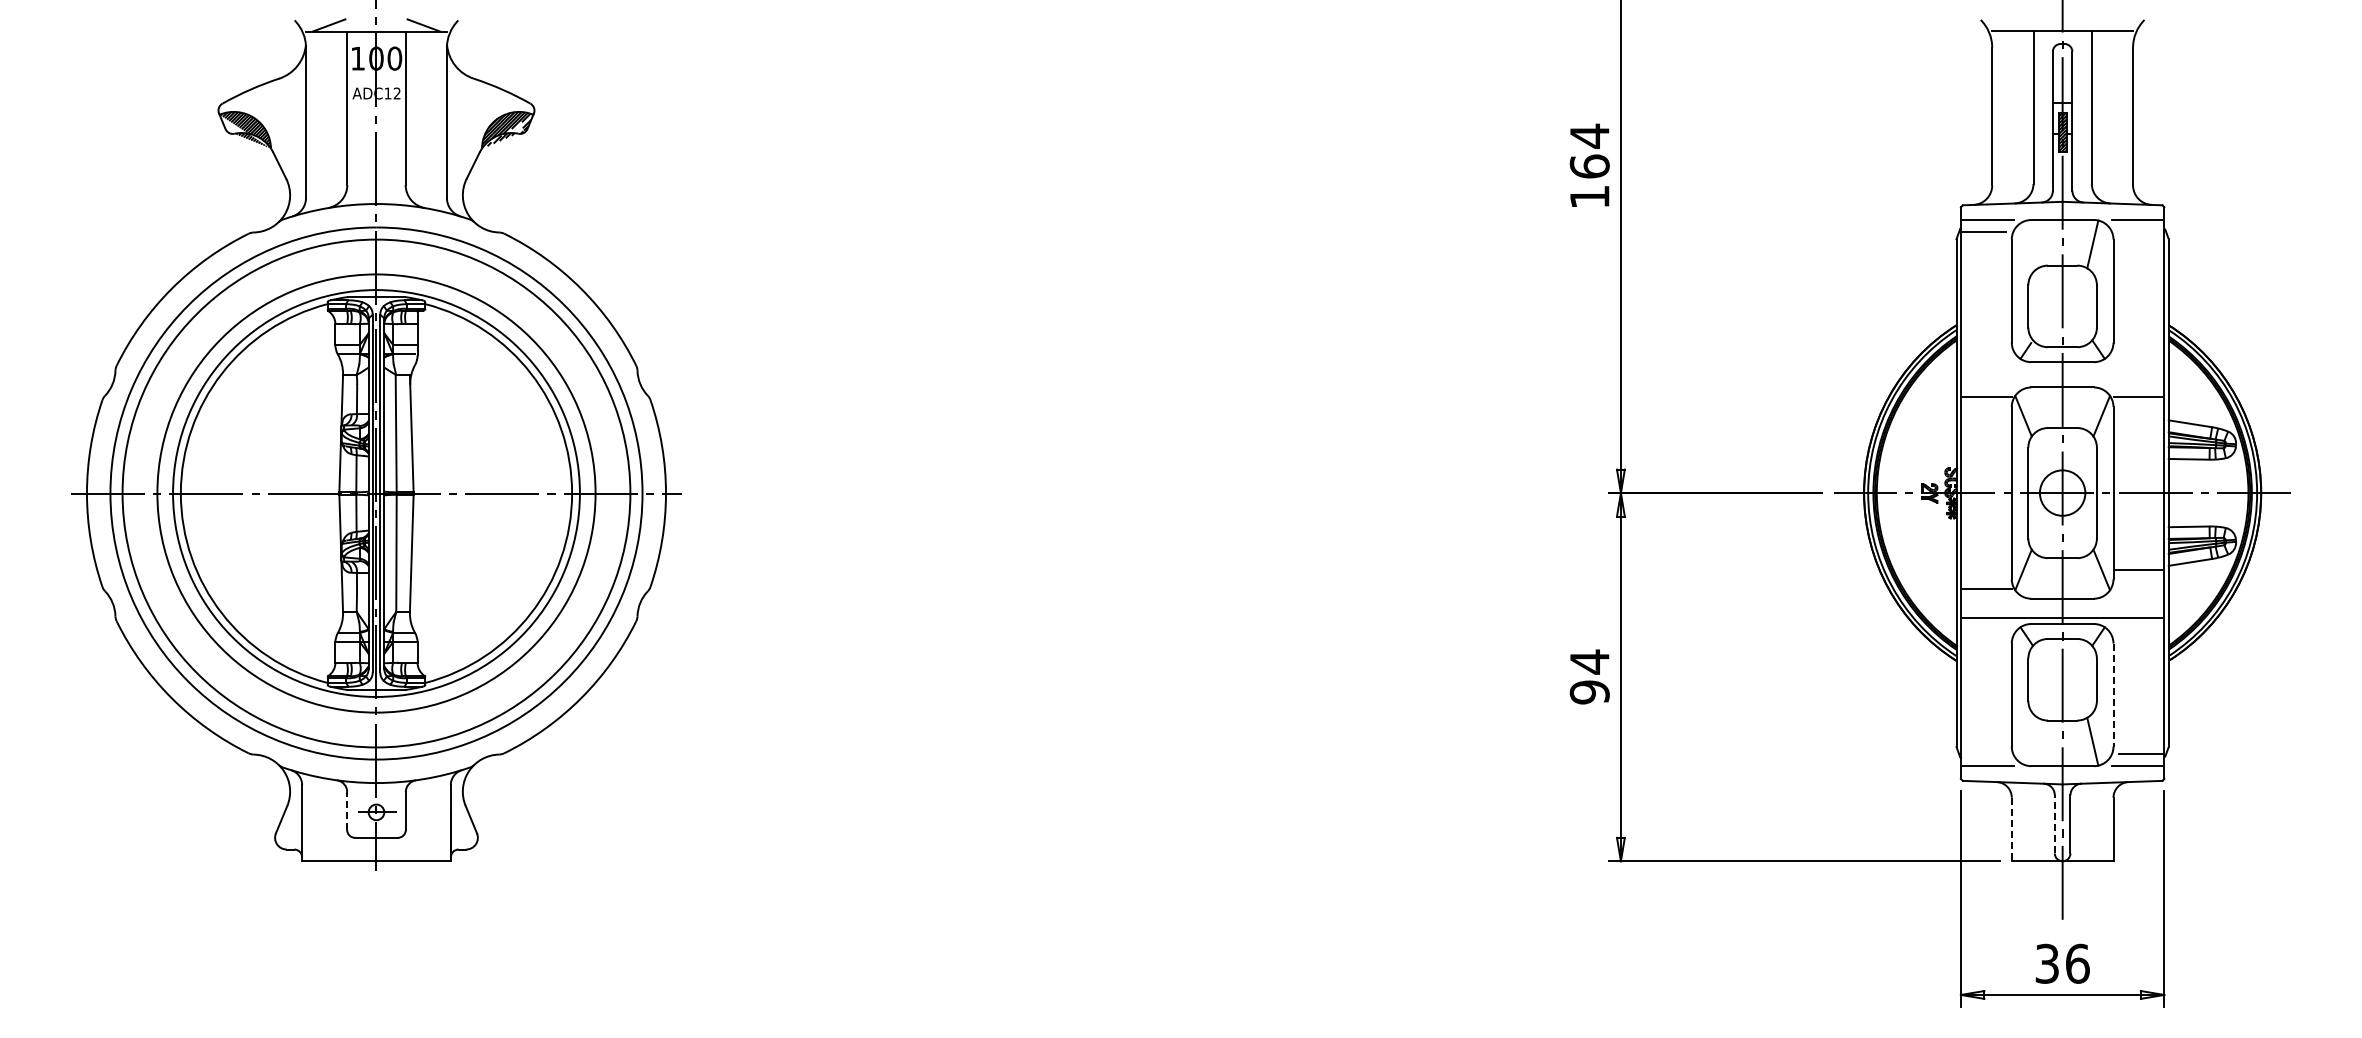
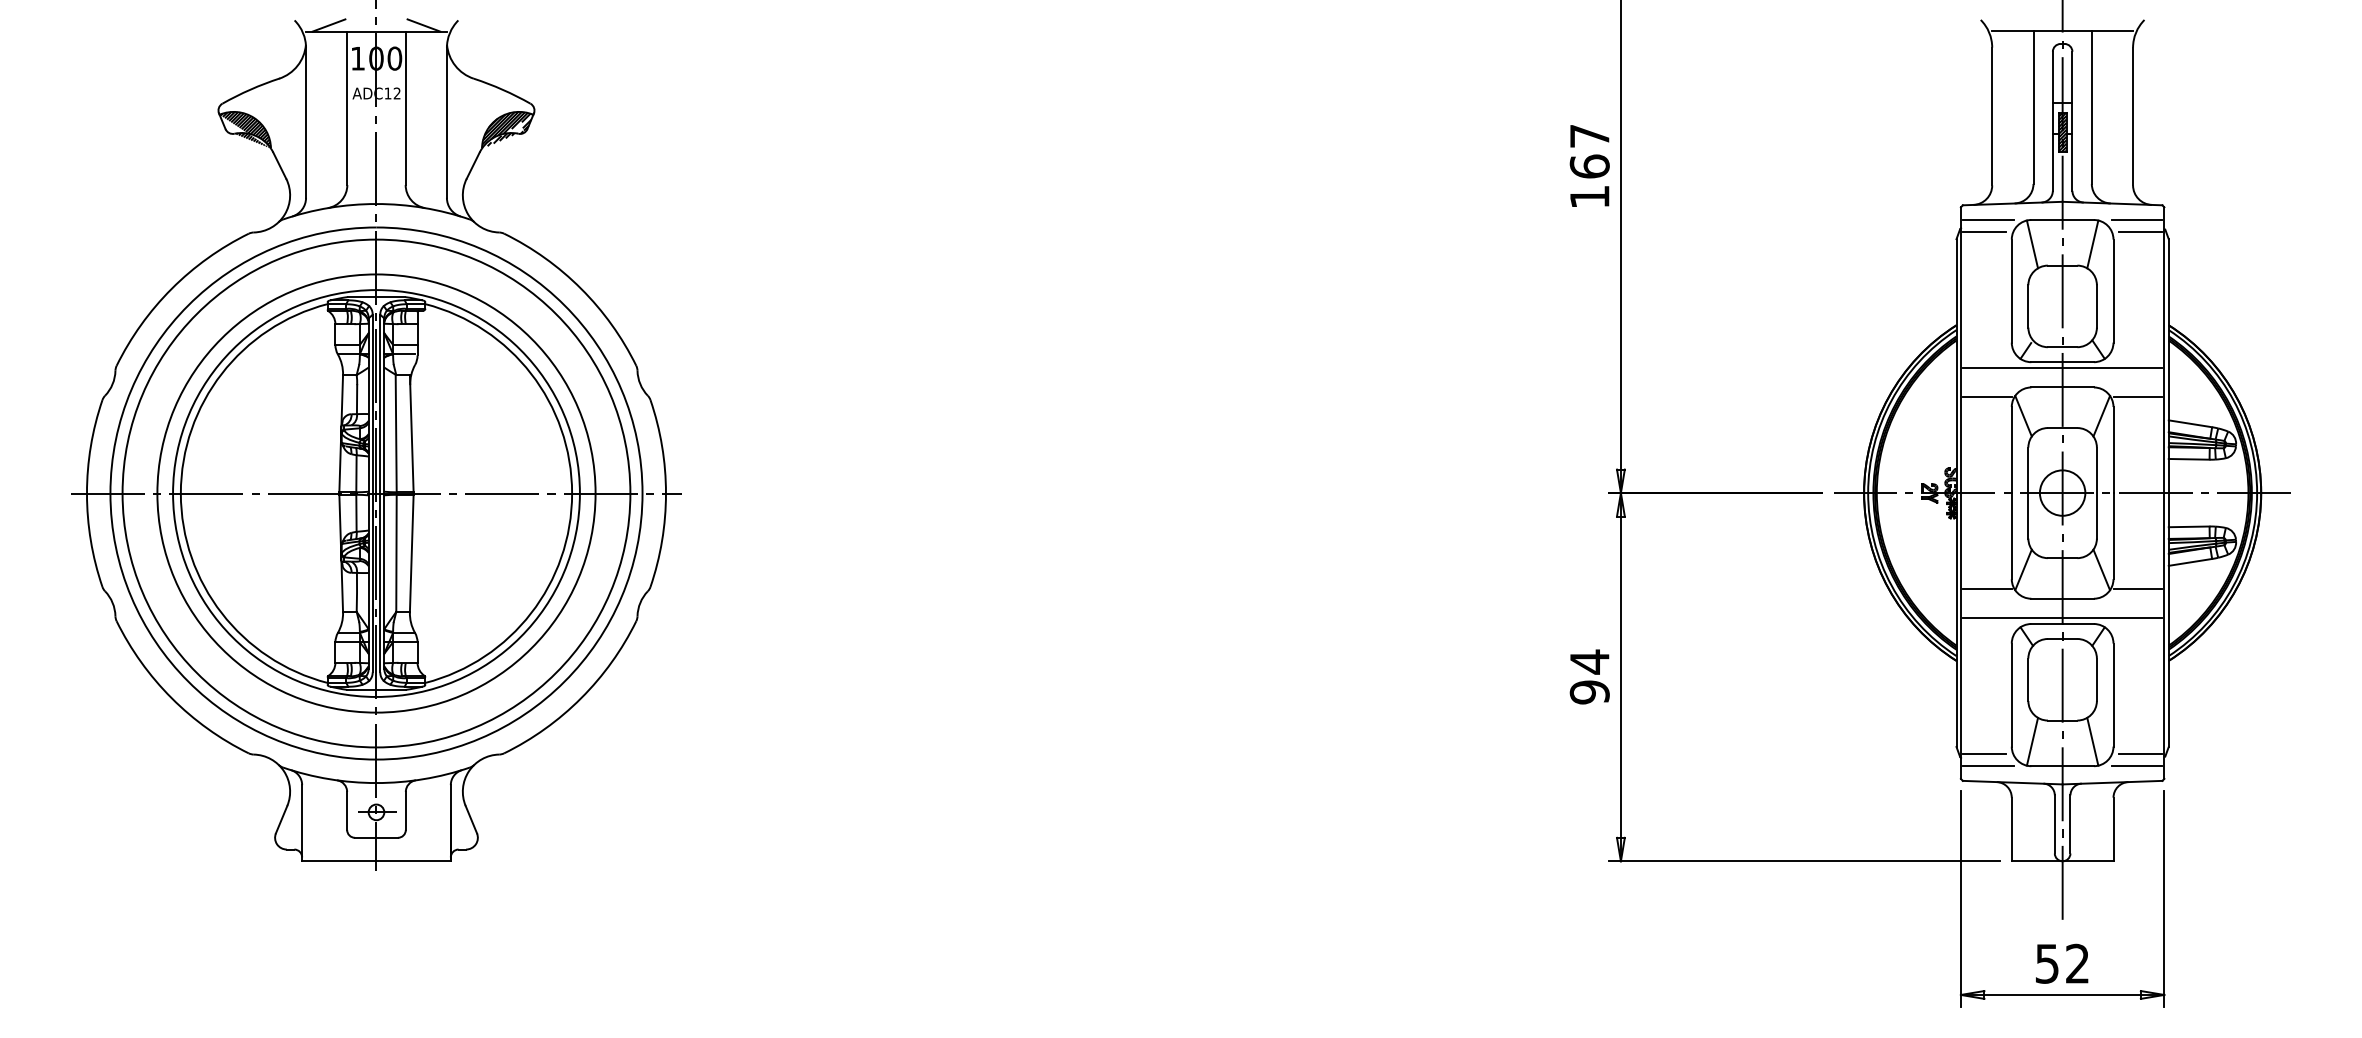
text at (1589, 136): 164 -> 167
line at (2140, 232): none -> present
line at (2032, 244): none -> present
line at (2062, 367): none -> present
line at (2137, 570) position: (2137, 570) -> (2137, 589)
line at (2113, 695): dashed -> solid
line at (2032, 741): none -> present
line at (1983, 754): none -> present
line at (347, 810): dashed -> solid
line at (2054, 823): dashed -> solid
line at (2011, 829): dashed -> solid
text at (2062, 963): 36 -> 52
